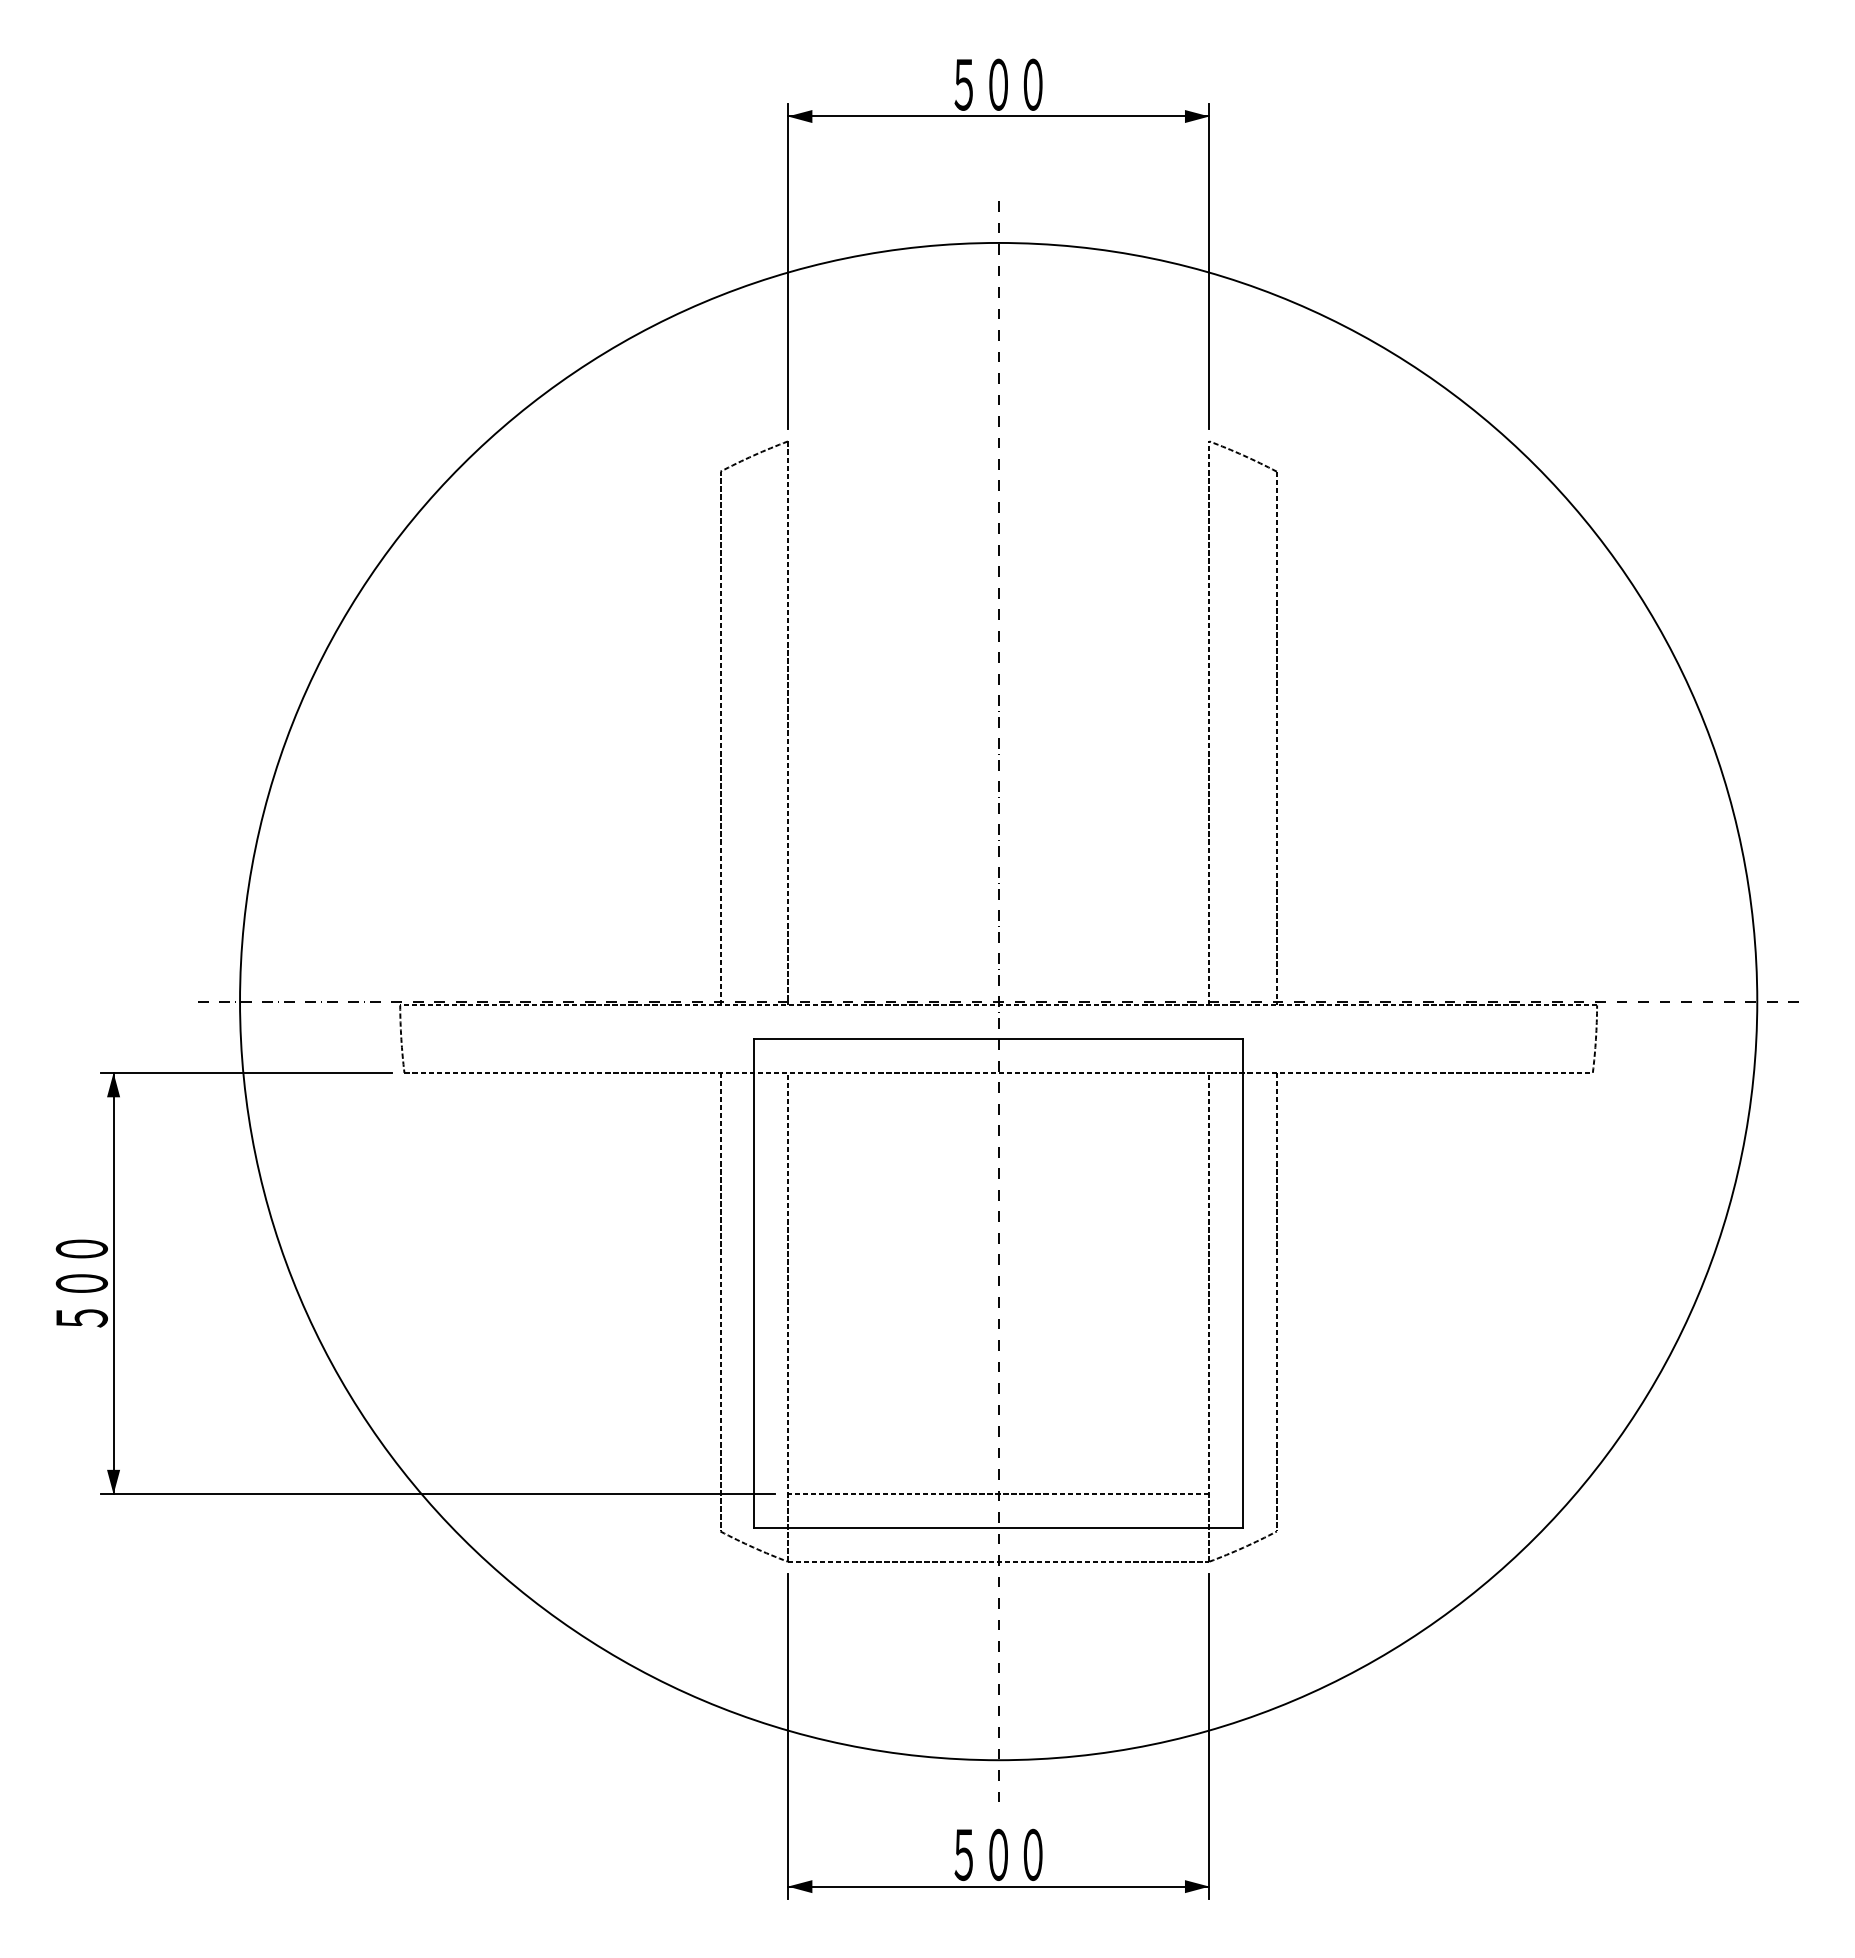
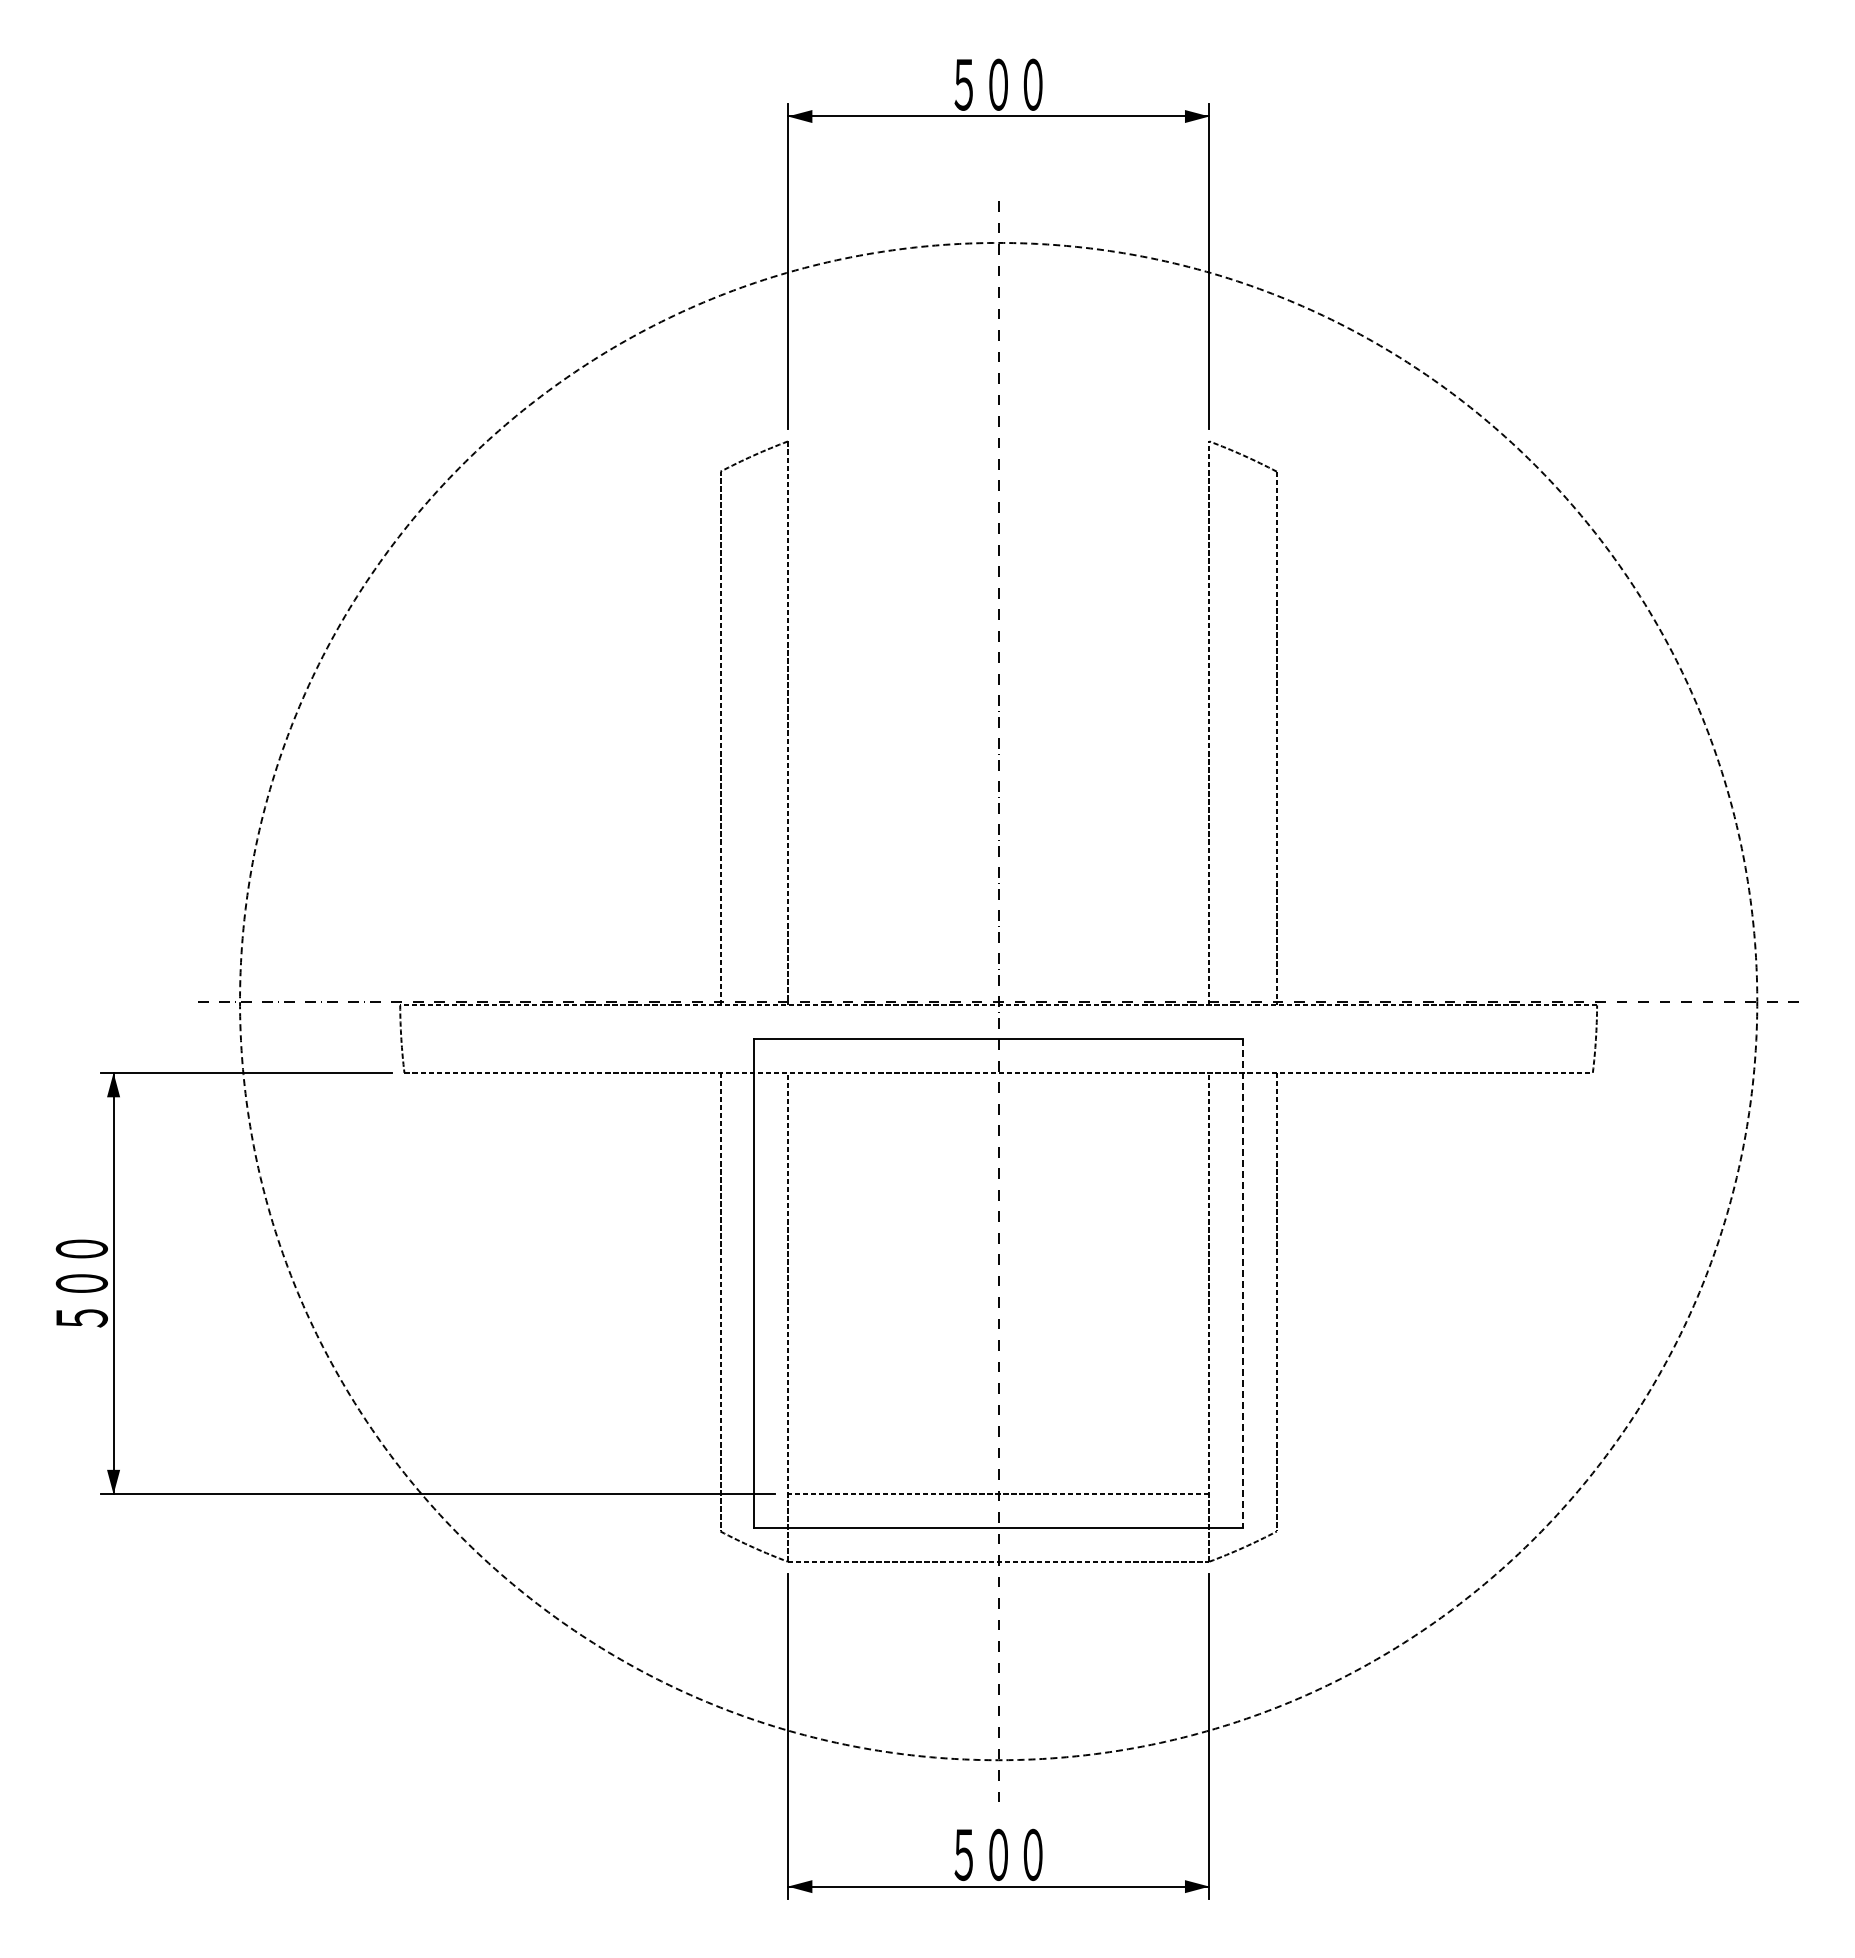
circle at (998, 1001): solid -> dashed
line at (1243, 1284): solid -> dashed
